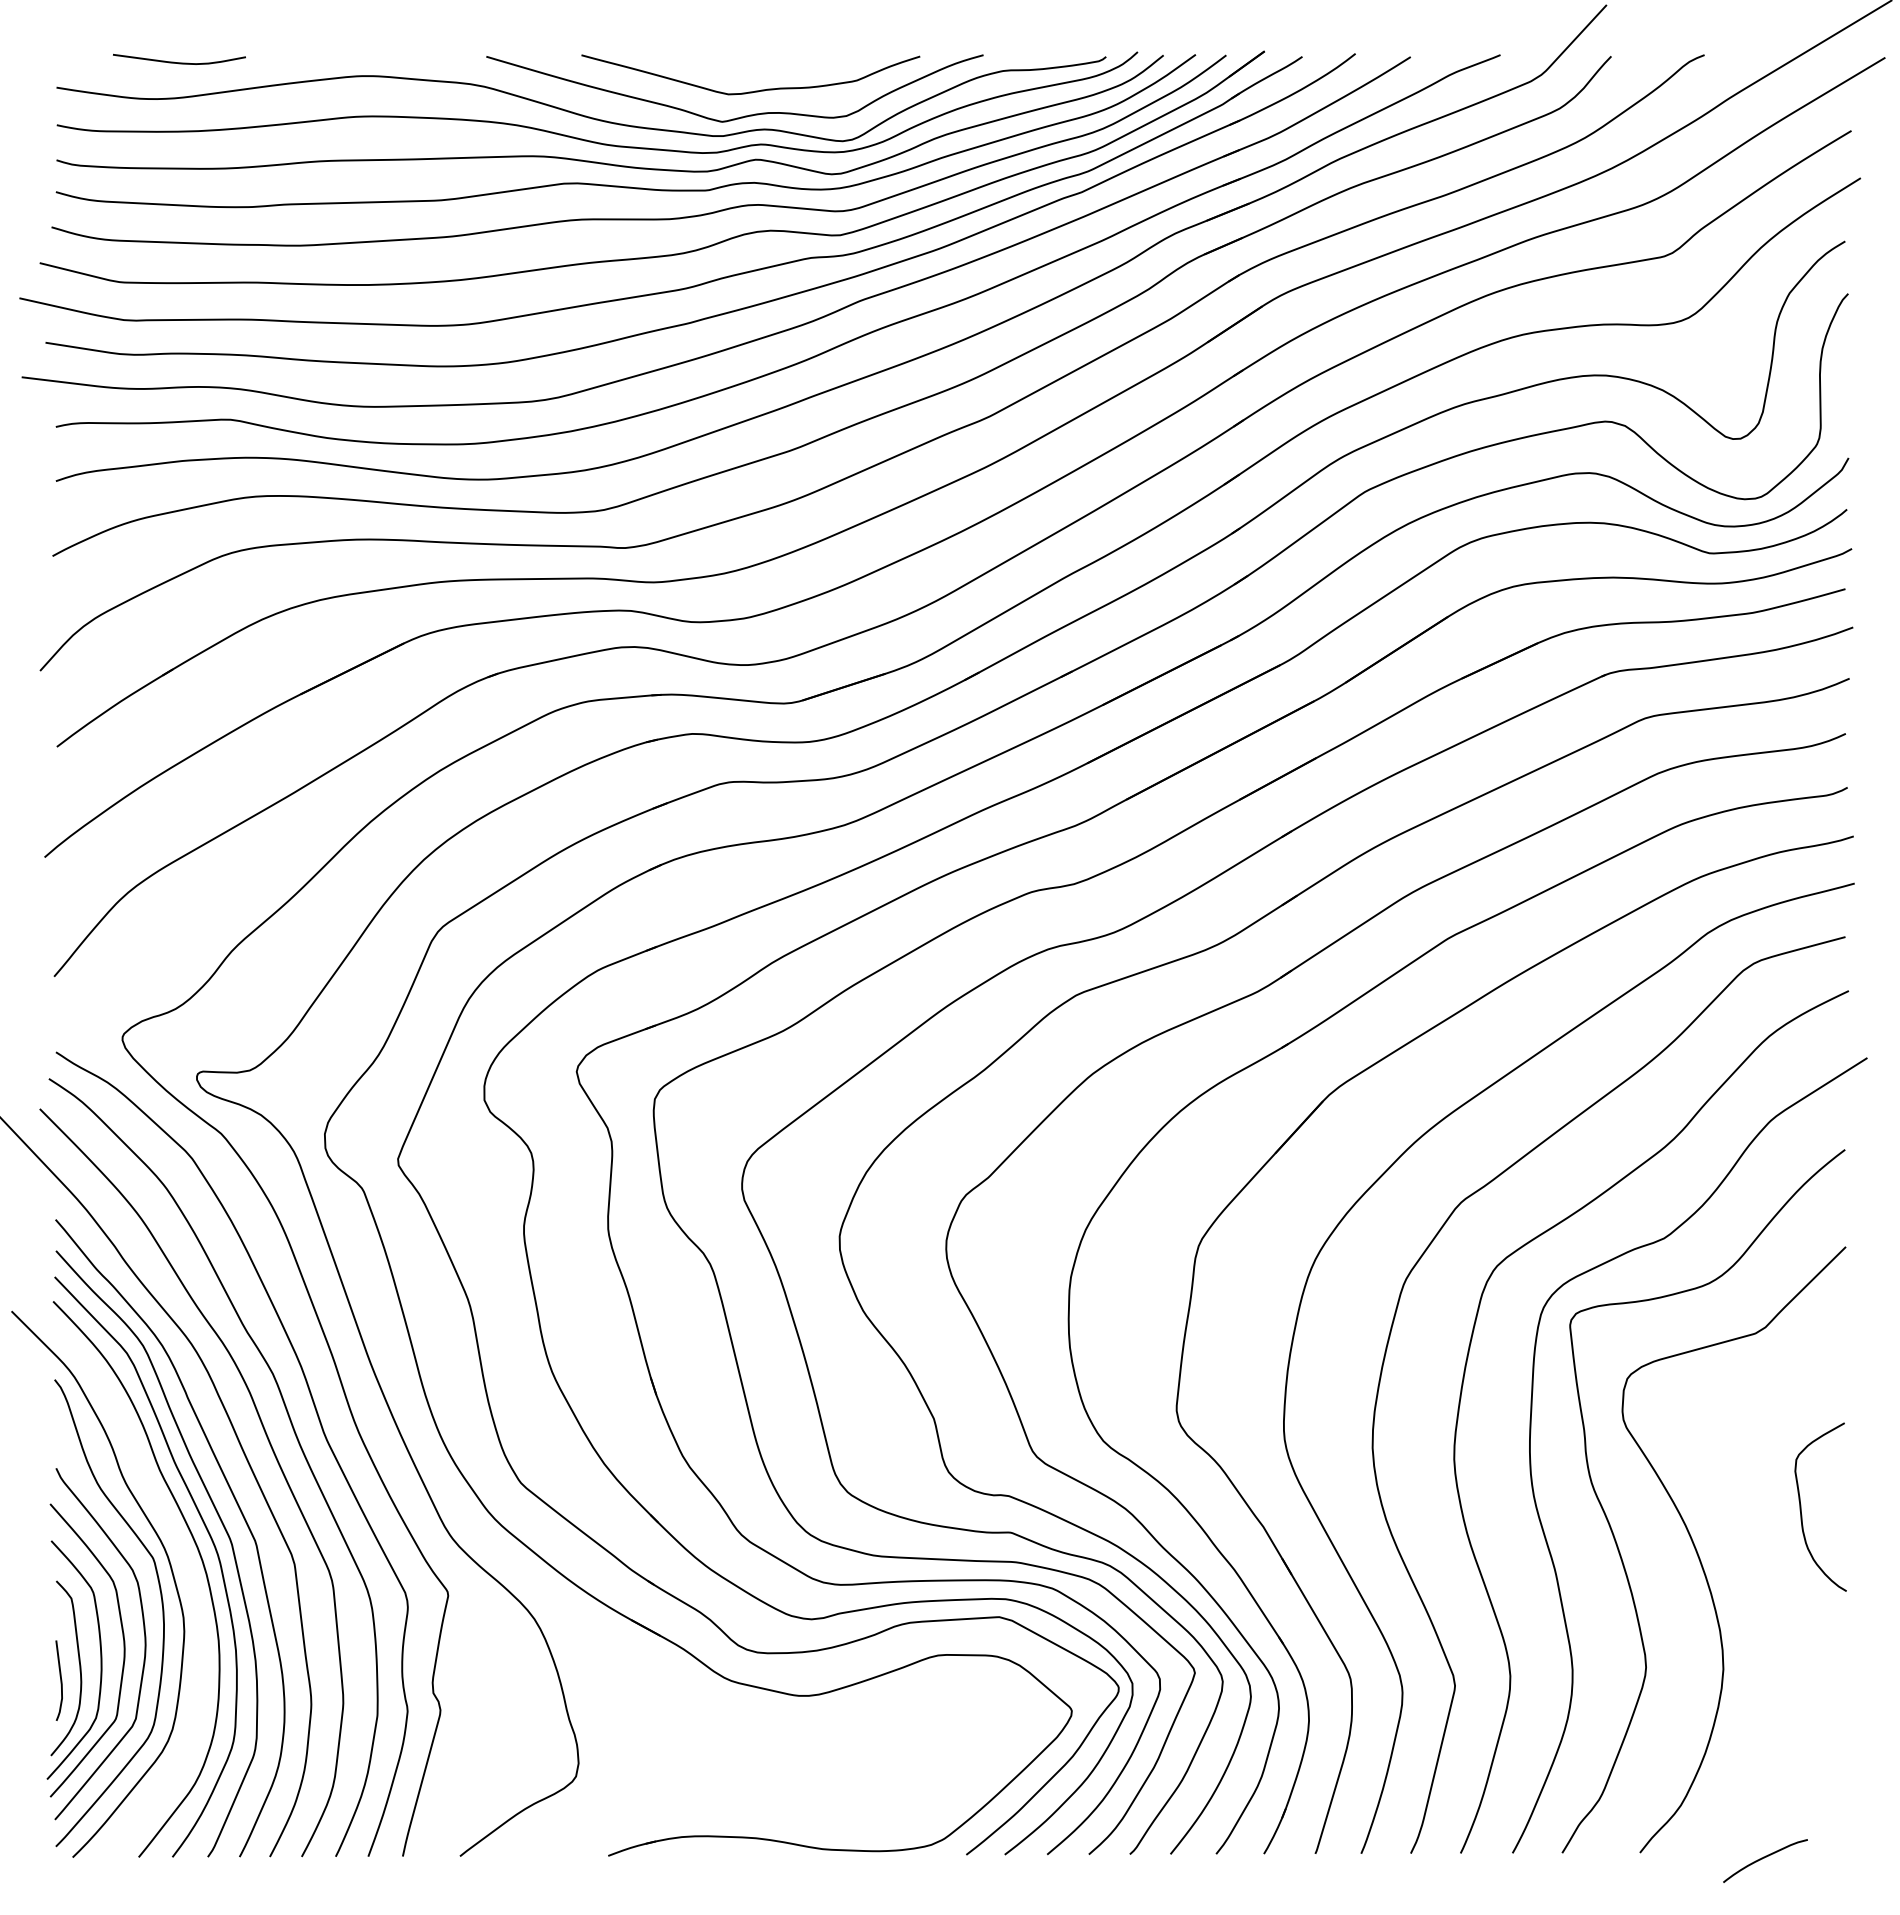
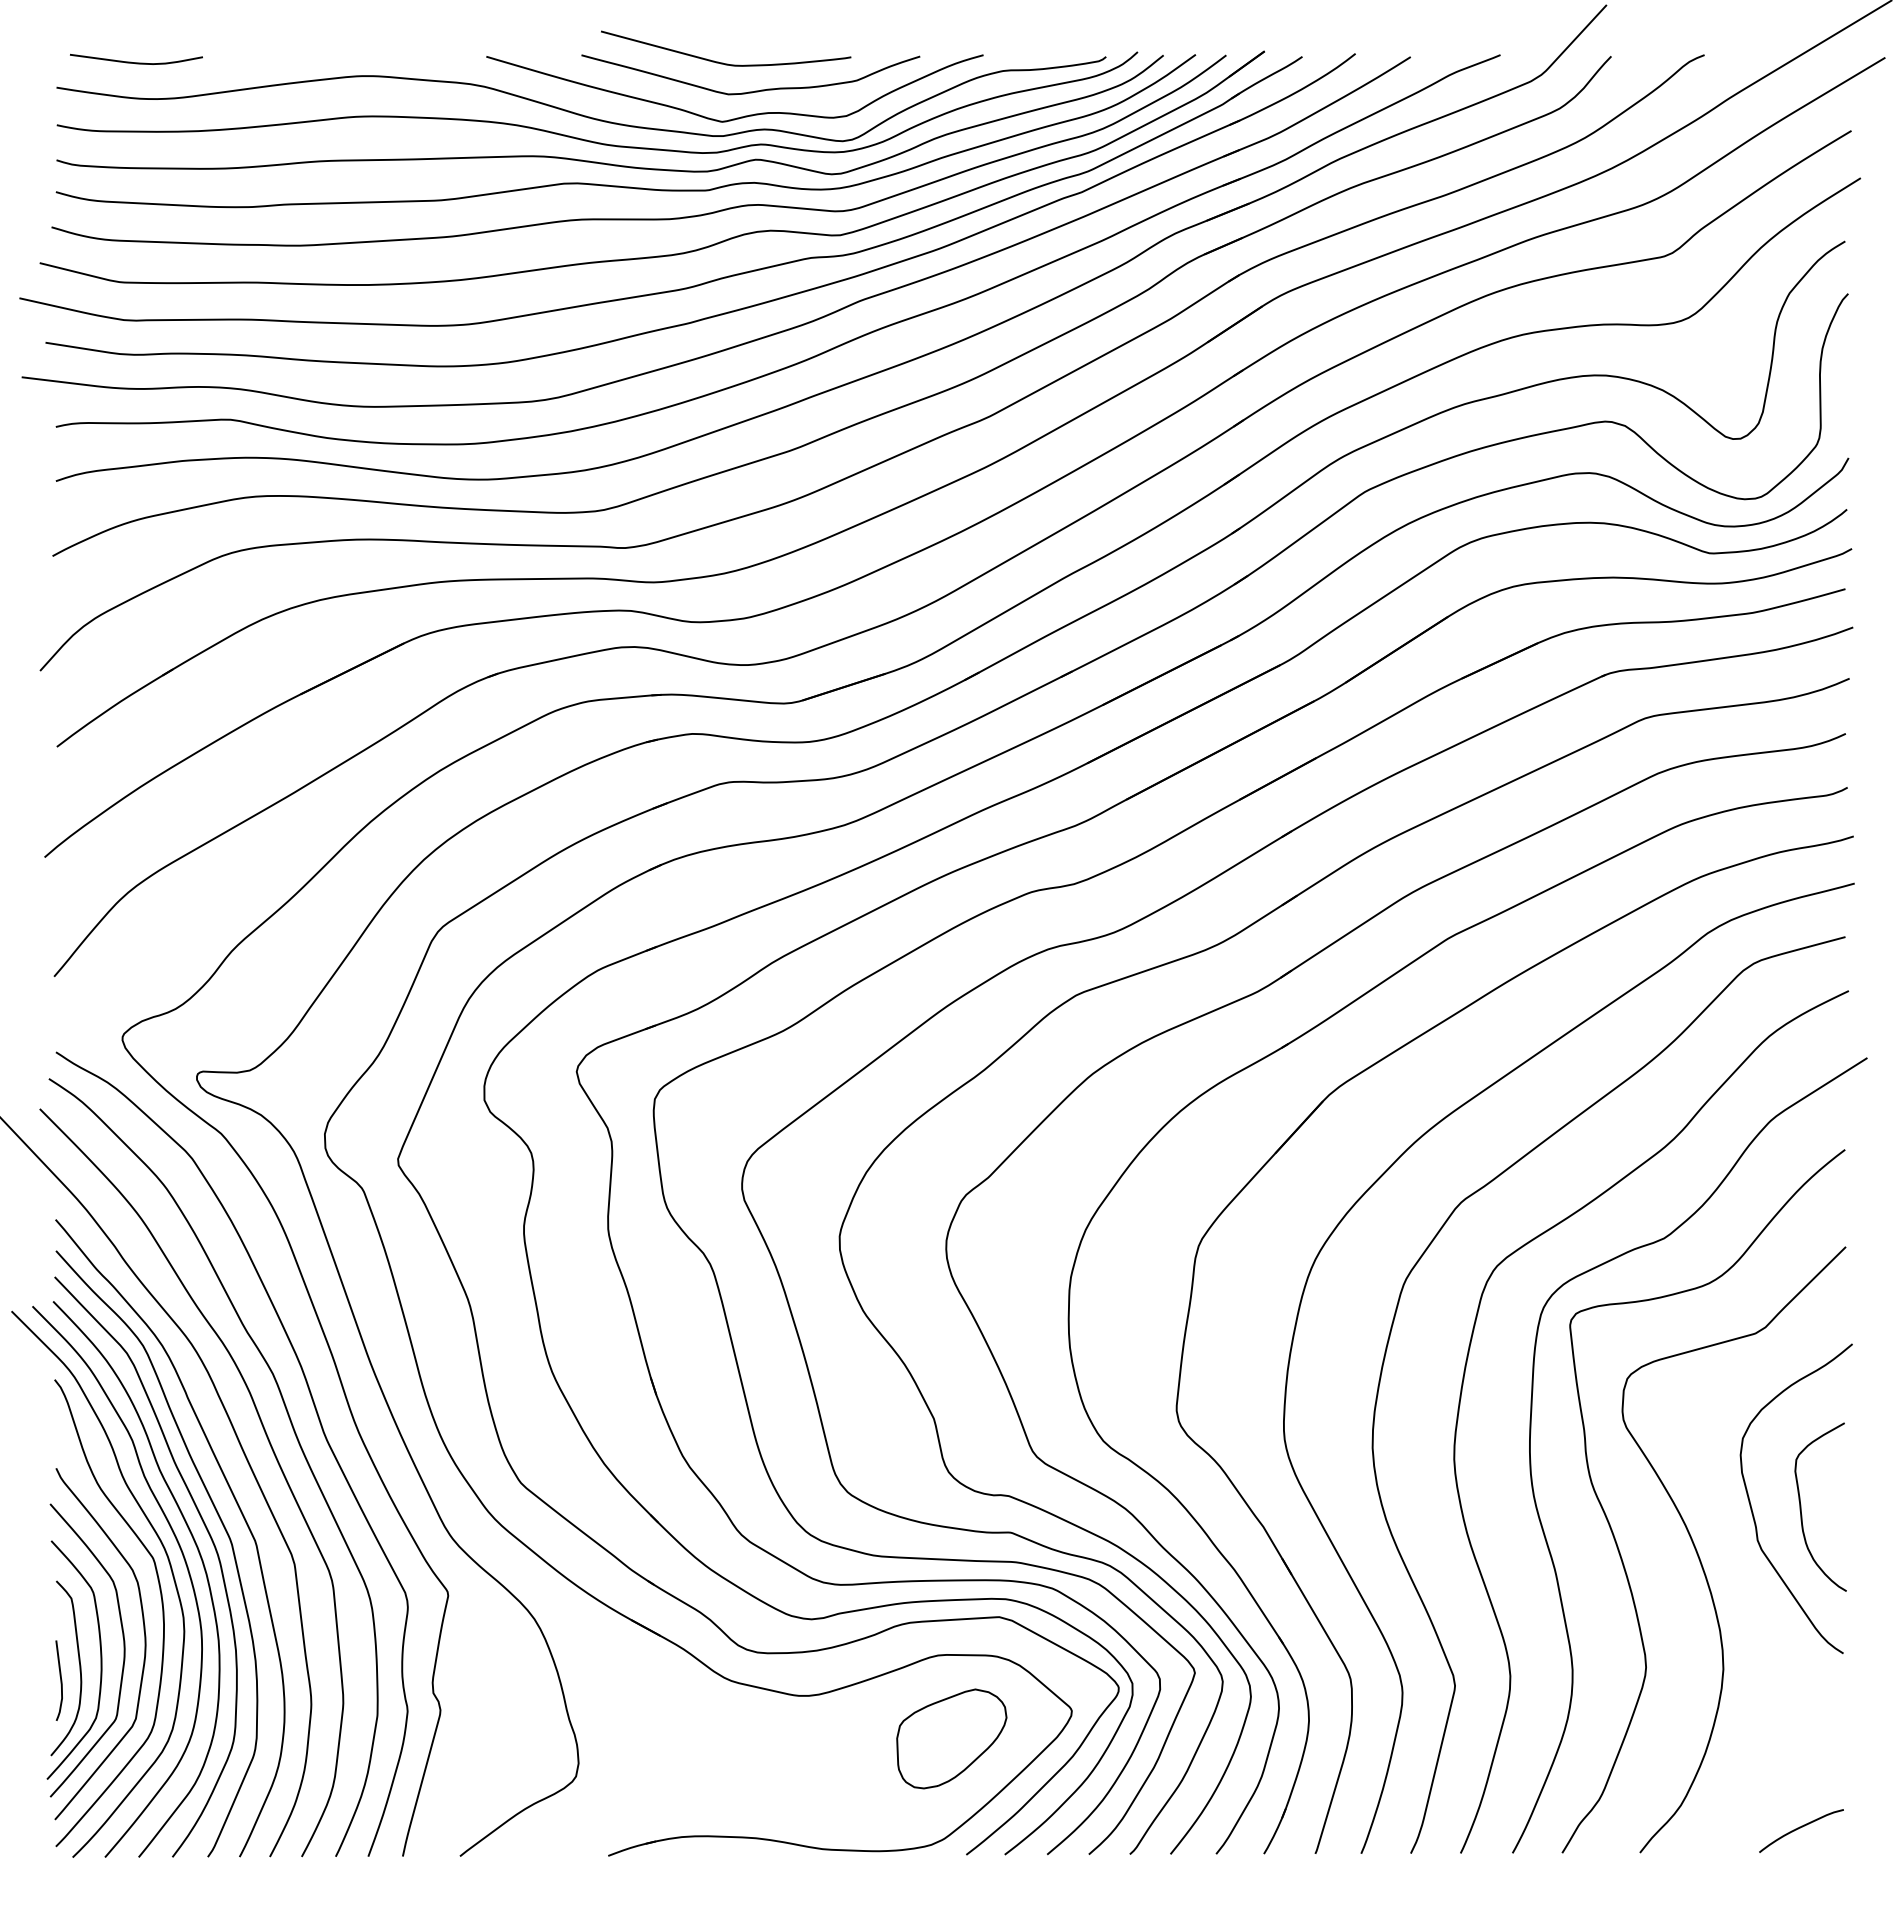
curve at (179, 62) position: (179, 62) -> (136, 62)
curve at (723, 62): none -> present
curve at (1752, 1508): none -> present
curve at (183, 1559): none -> present
part at (951, 1738): none -> present
curve at (1764, 1858) position: (1764, 1858) -> (1800, 1828)
